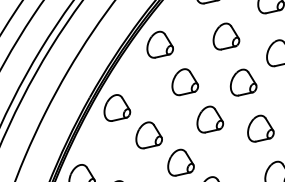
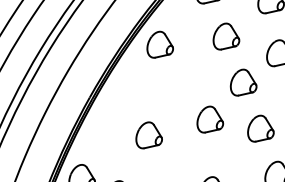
part at (185, 82): present -> none
part at (117, 107): present -> none
part at (180, 162): present -> none
